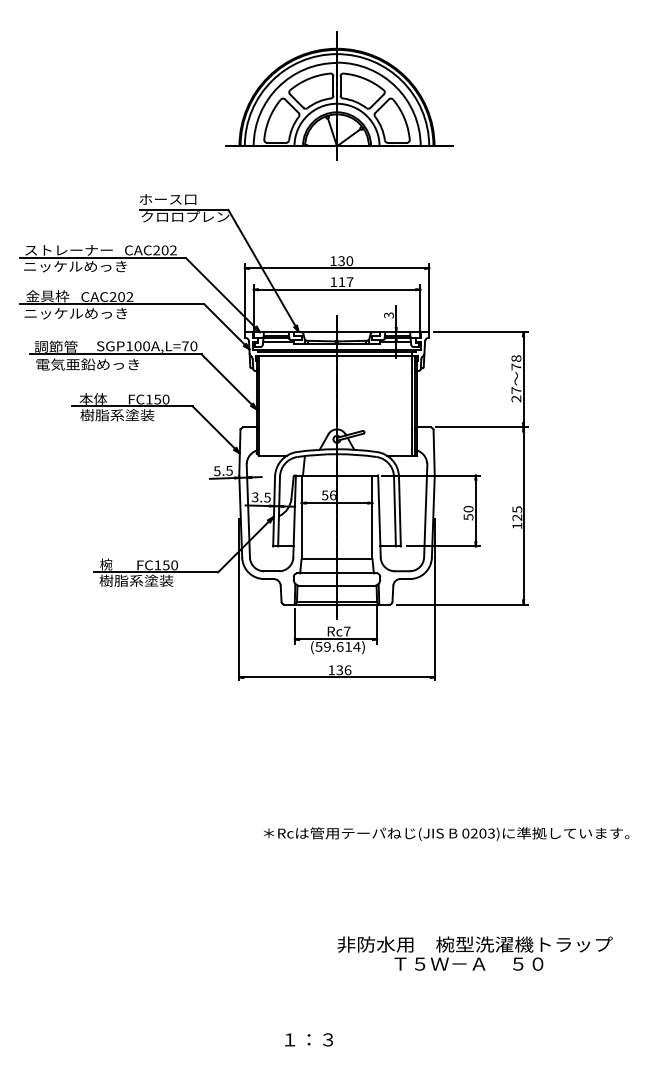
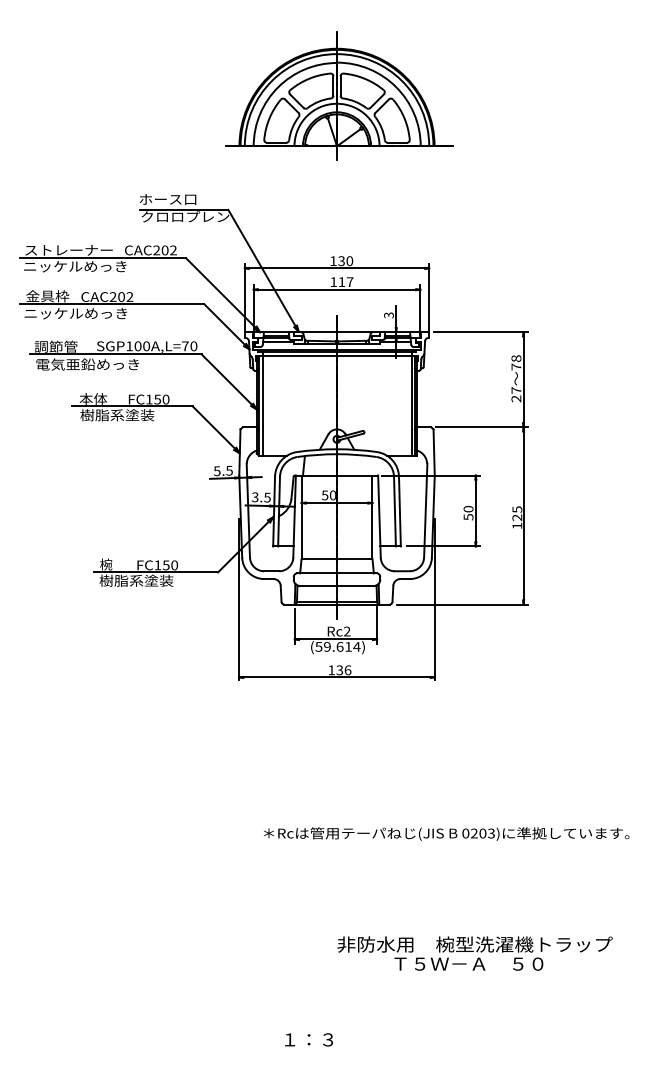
line at (262, 403): none -> present
text at (332, 495): 56 -> 50
text at (347, 631): Rc7 -> Rc2
